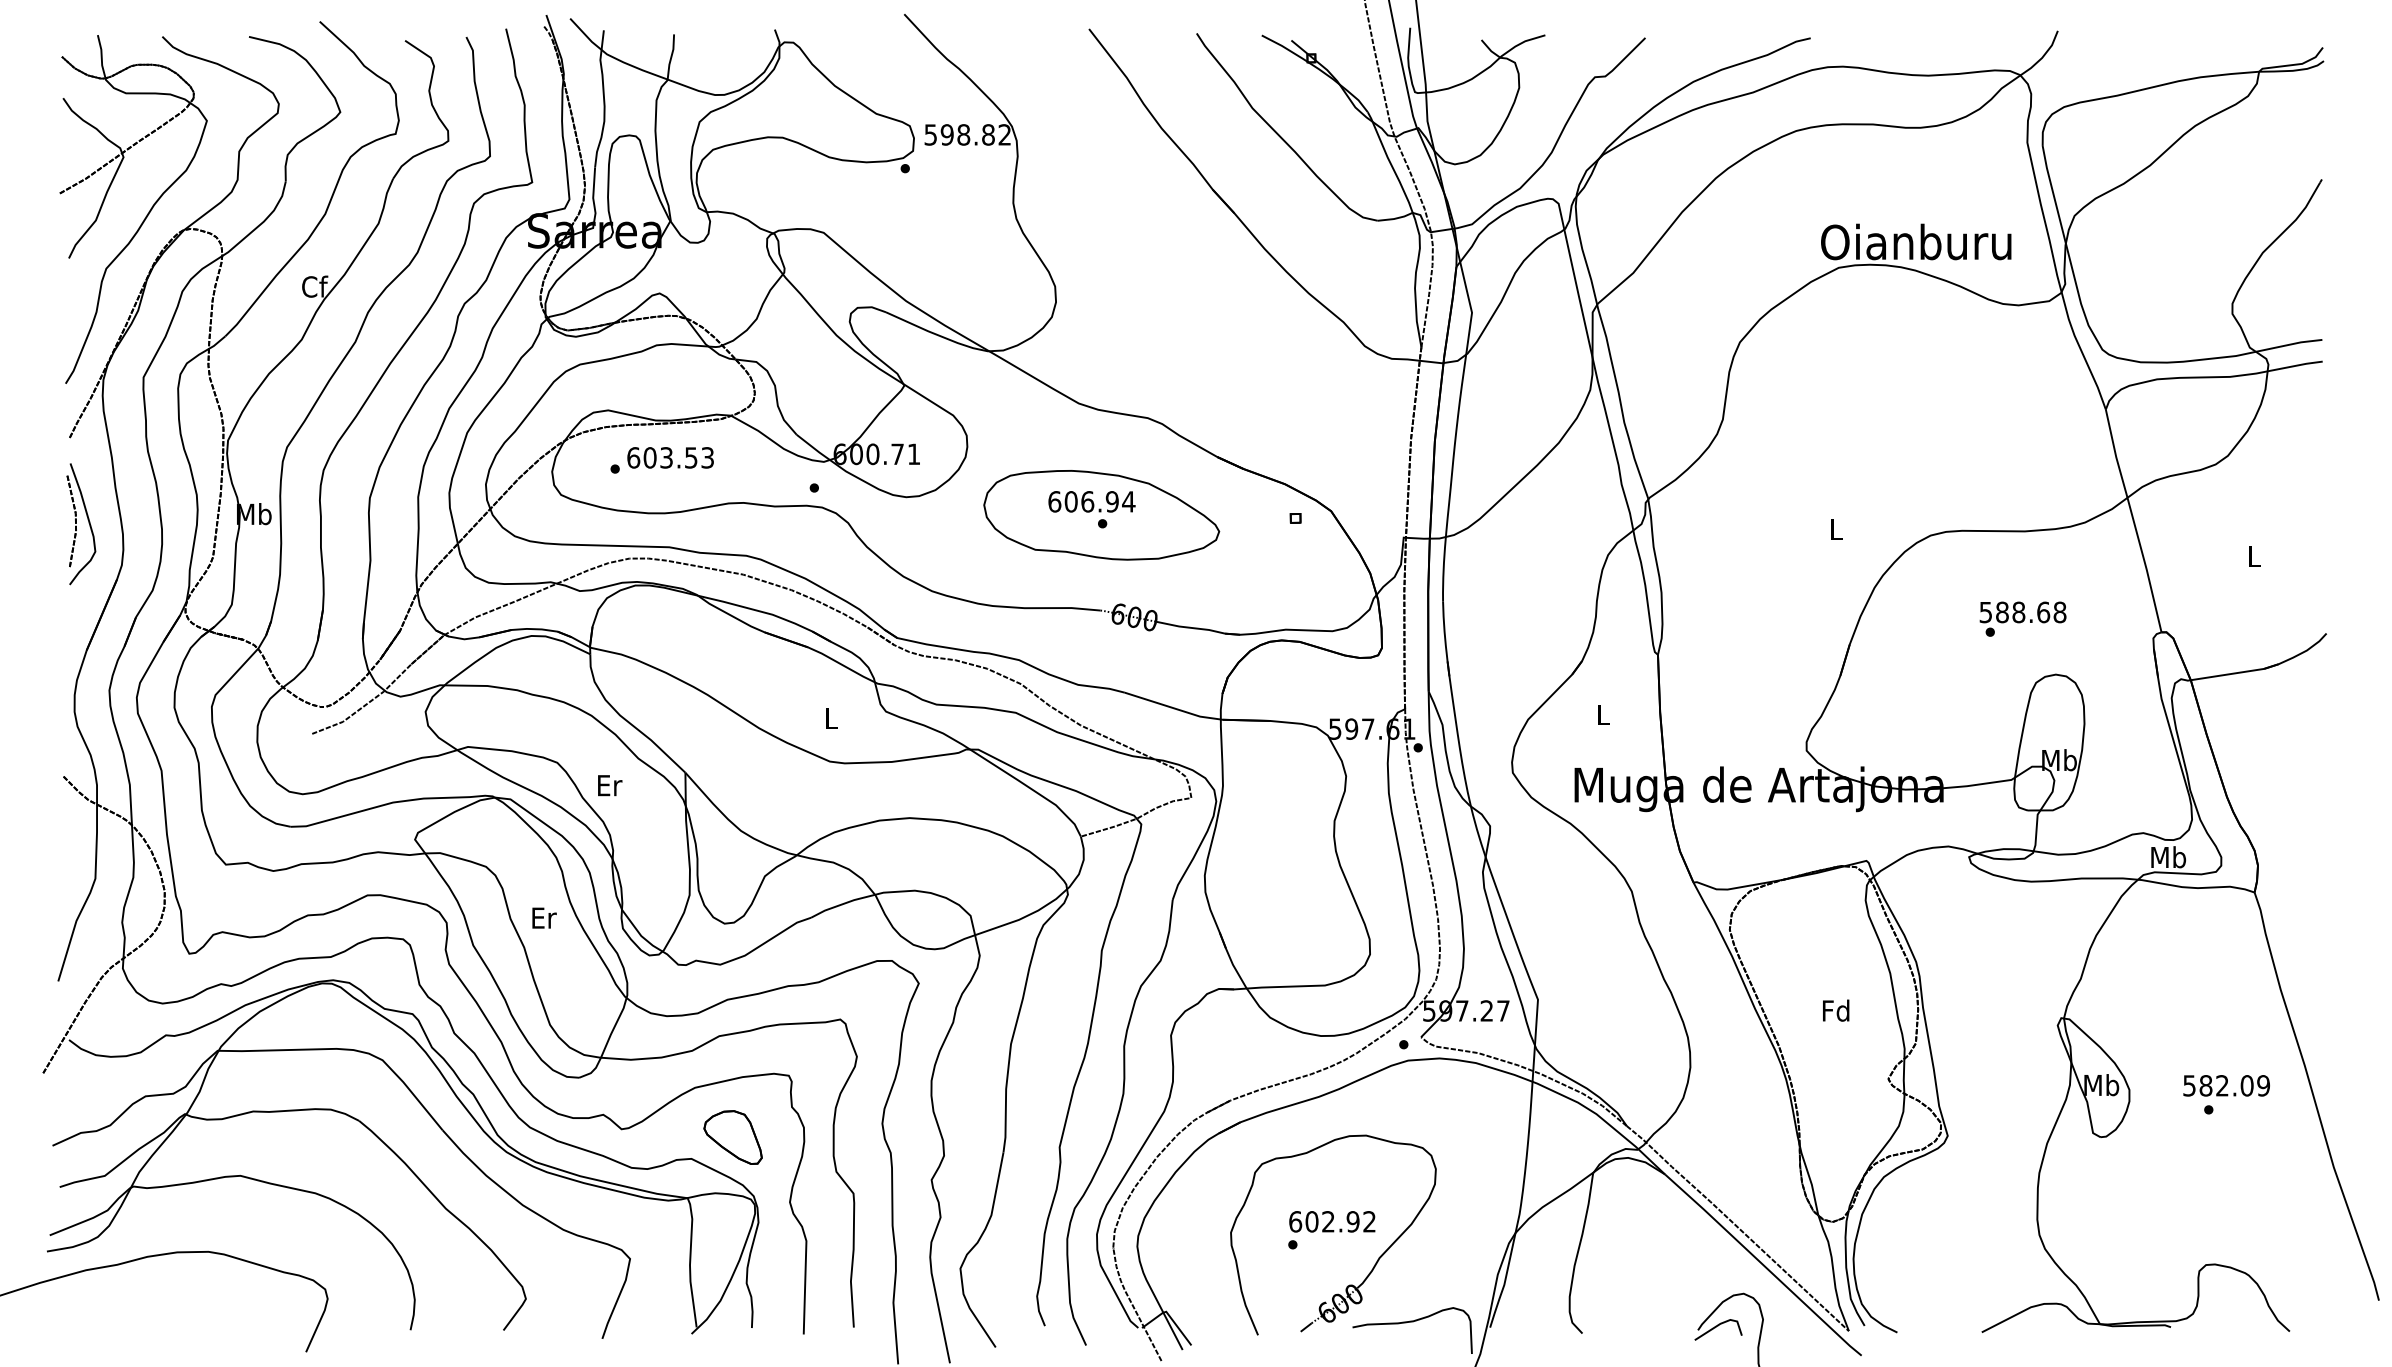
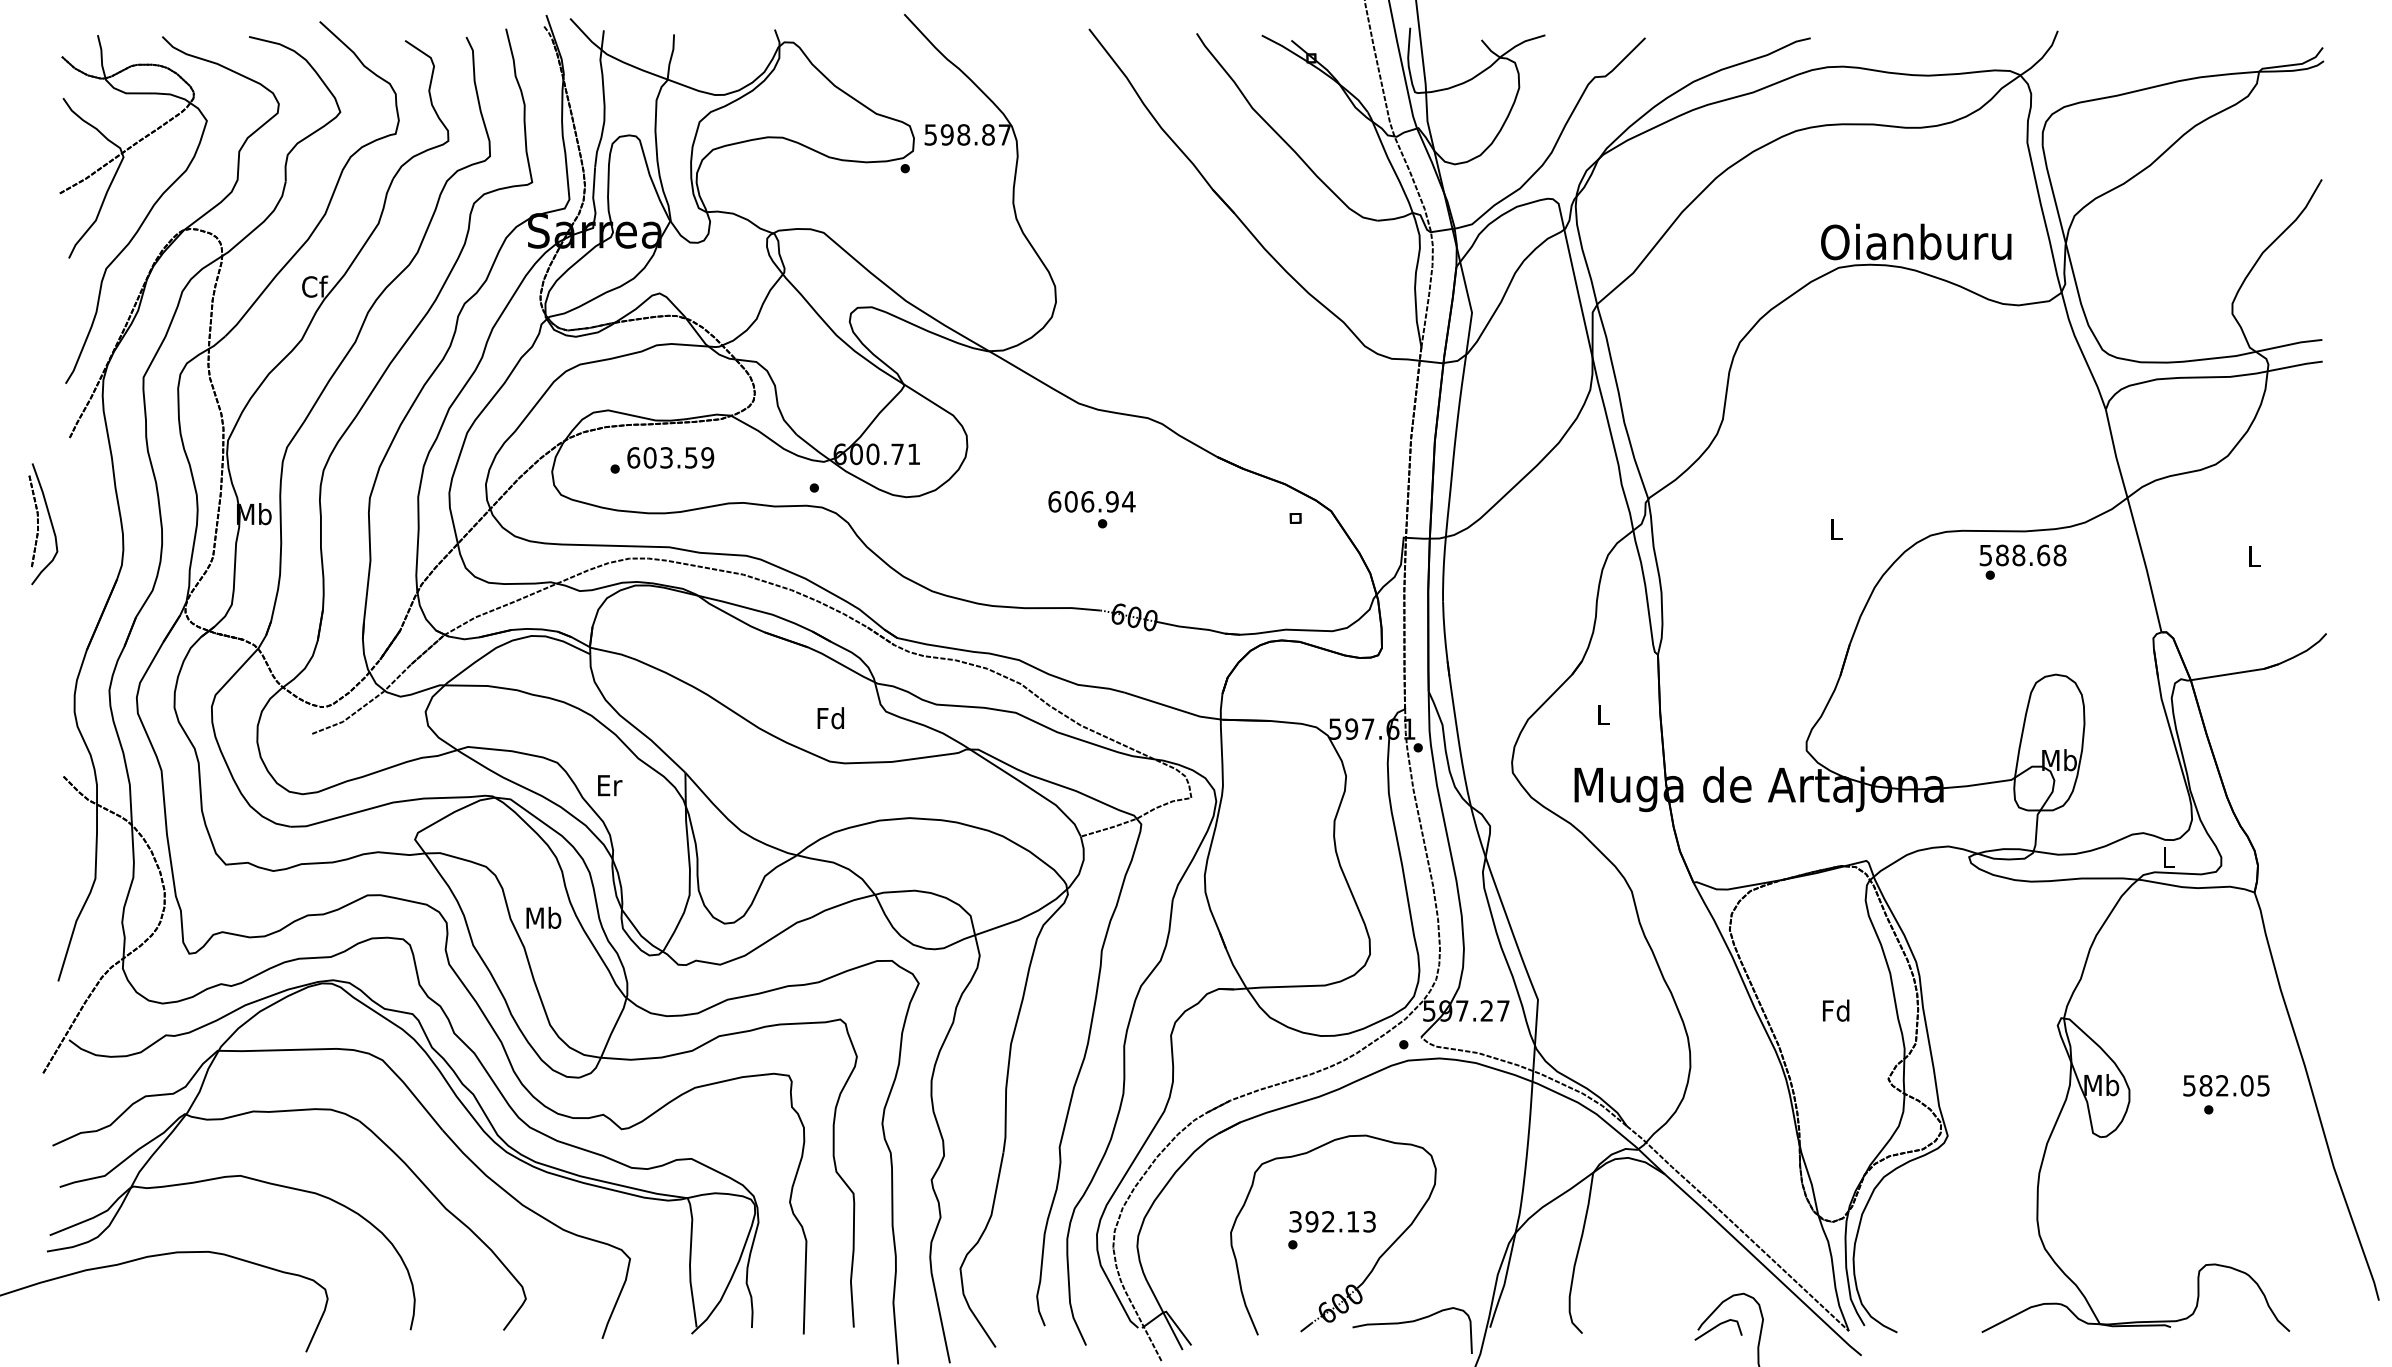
text at (1004, 134): 598.82 -> 598.87
text at (707, 457): 603.53 -> 603.59
part at (1101, 515): present -> none
part at (81, 524) position: (81, 524) -> (43, 524)
text at (2022, 618) position: (2022, 618) -> (2022, 561)
text at (830, 718): L -> Fd
text at (2168, 857): Mb -> L
text at (543, 917): Er -> Mb
text at (2263, 1085): 582.09 -> 582.05
part at (732, 1137): present -> none
text at (1332, 1221): 602.92 -> 392.13
